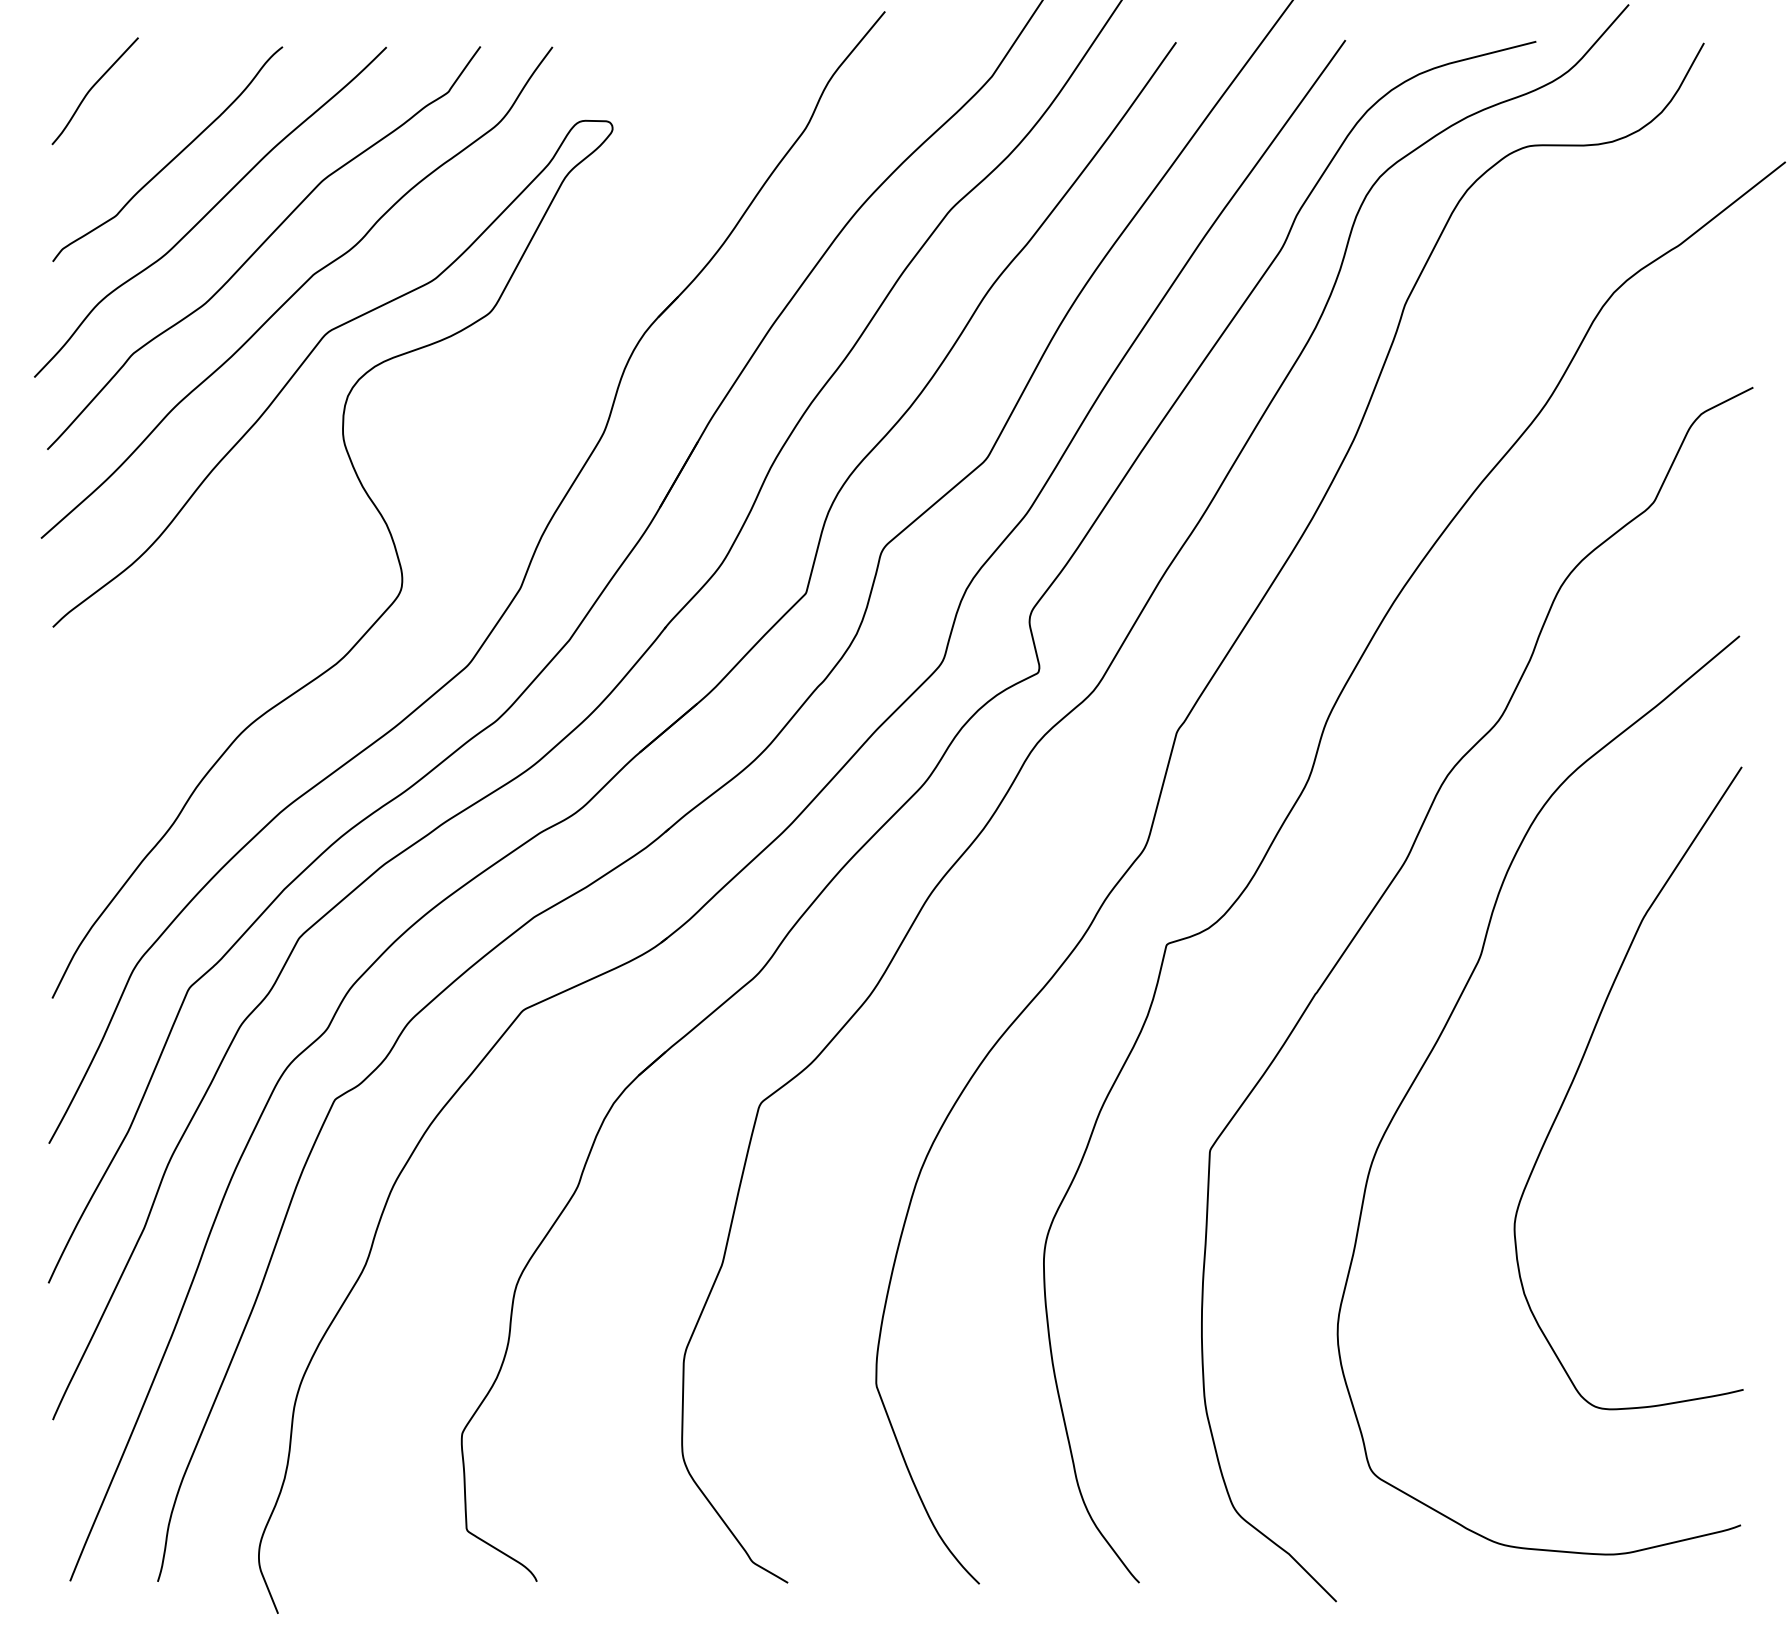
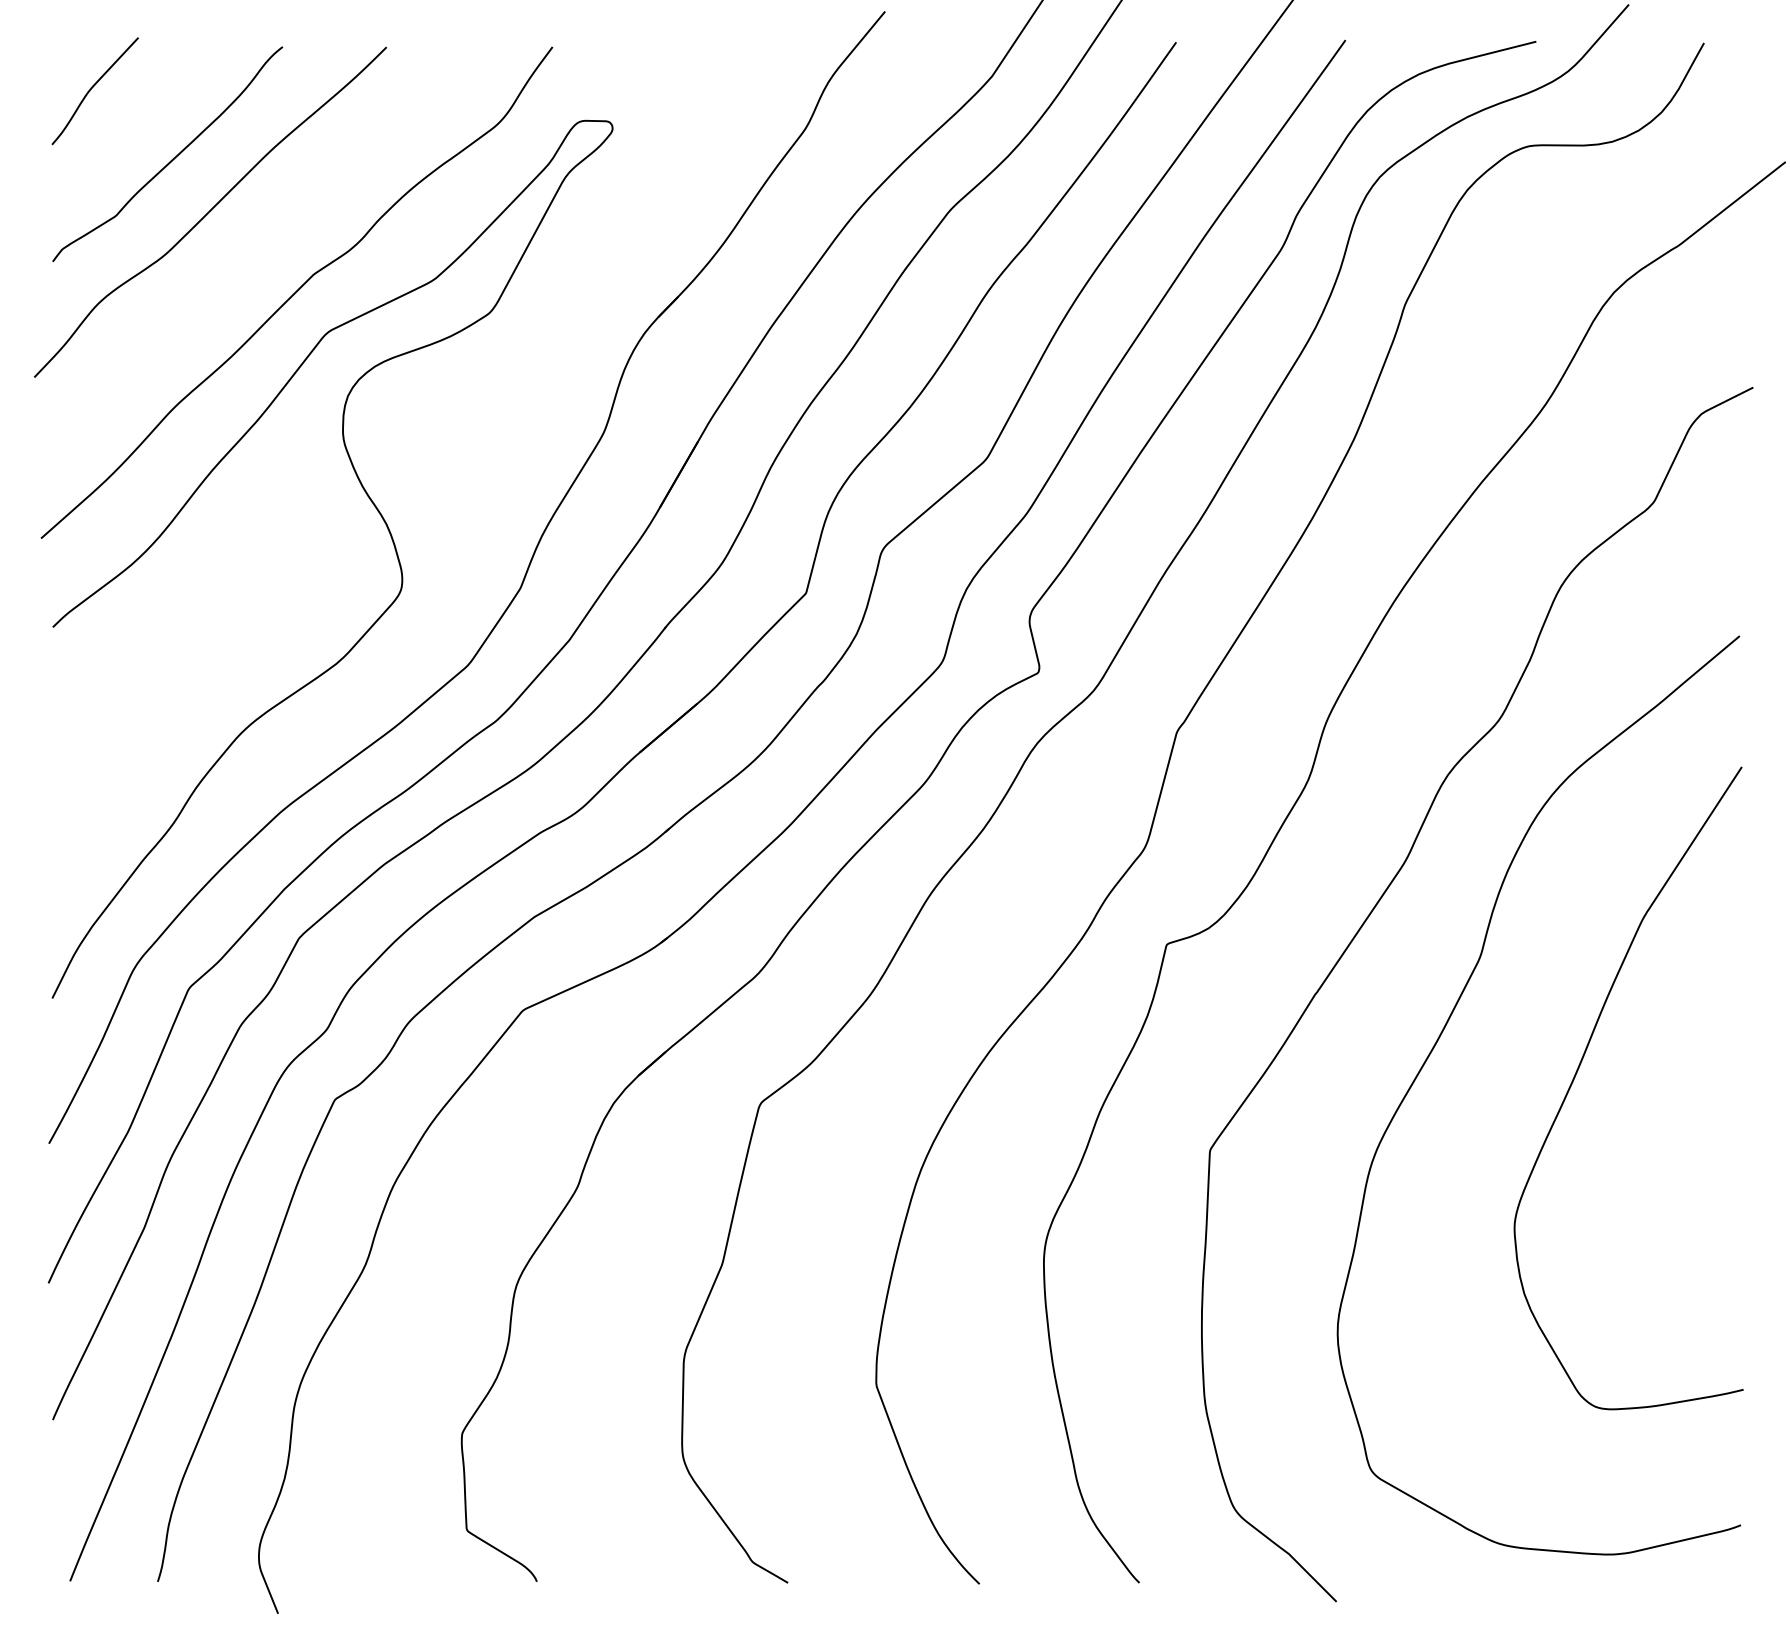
curve at (262, 245): present -> none
